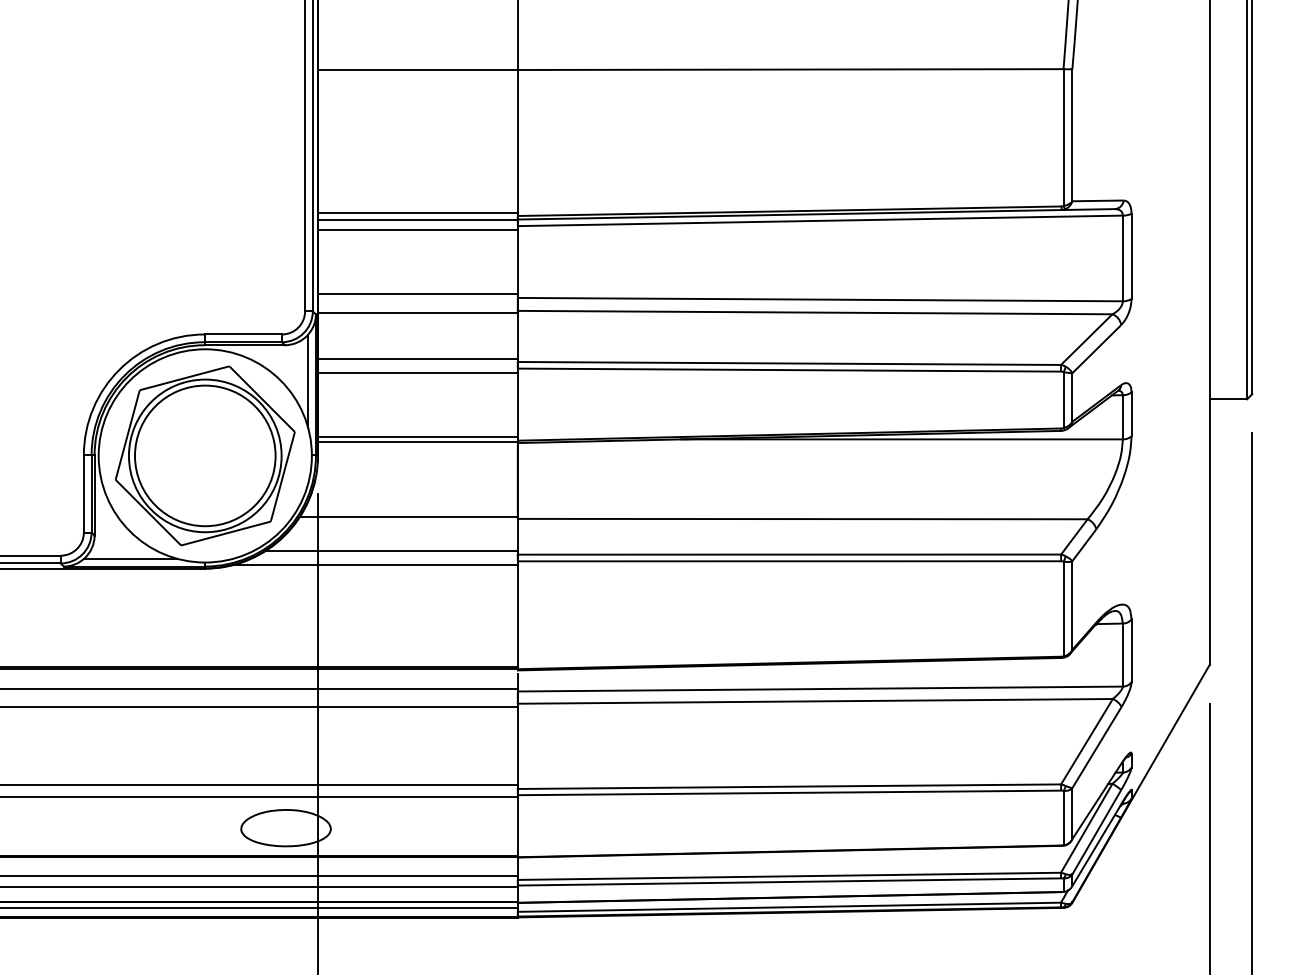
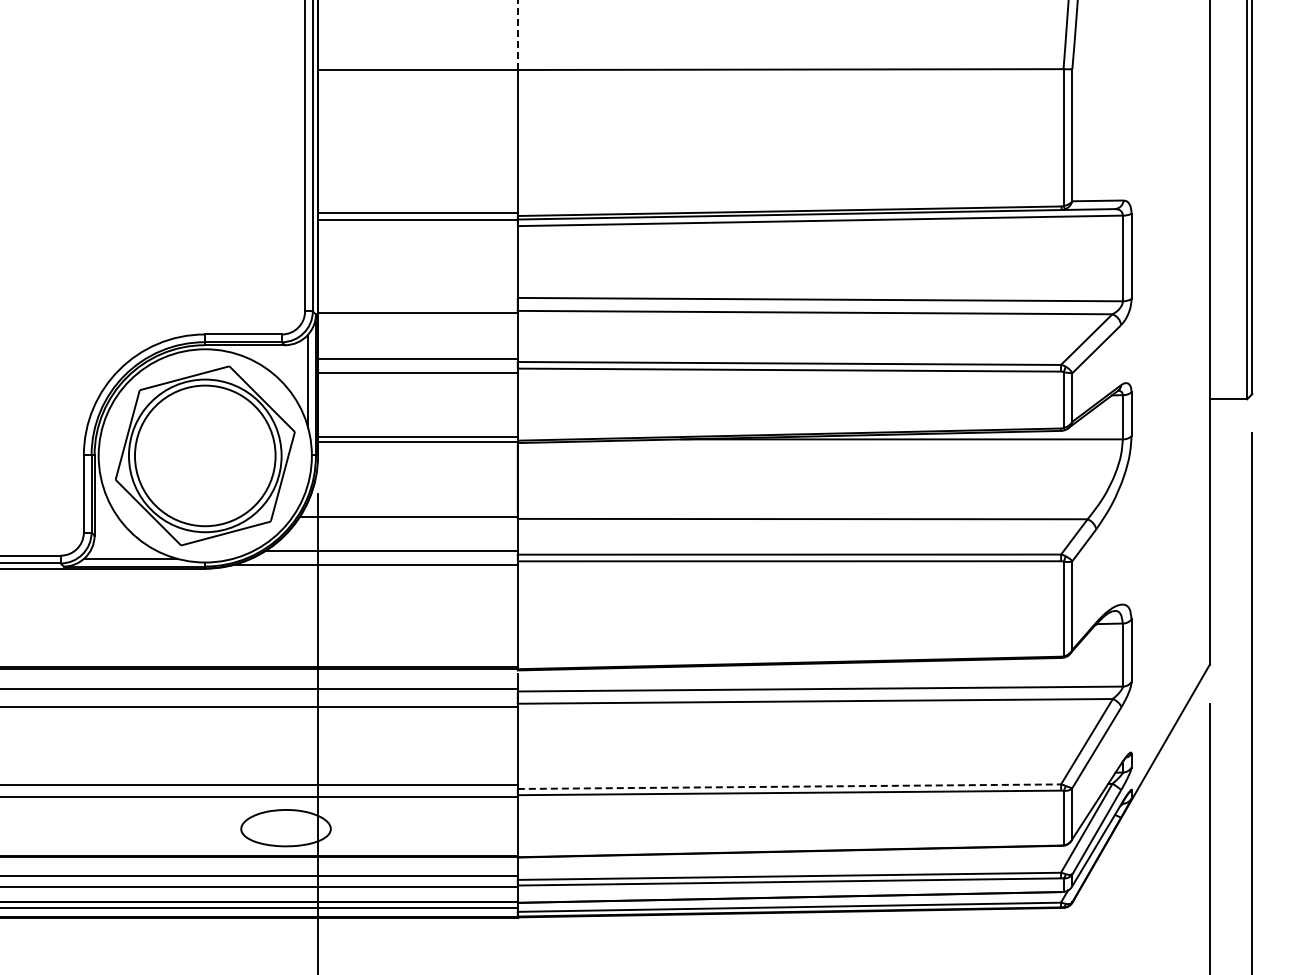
line at (517, 35): solid -> dashed
line at (417, 229): present -> none
line at (417, 293): present -> none
line at (789, 786): solid -> dashed
